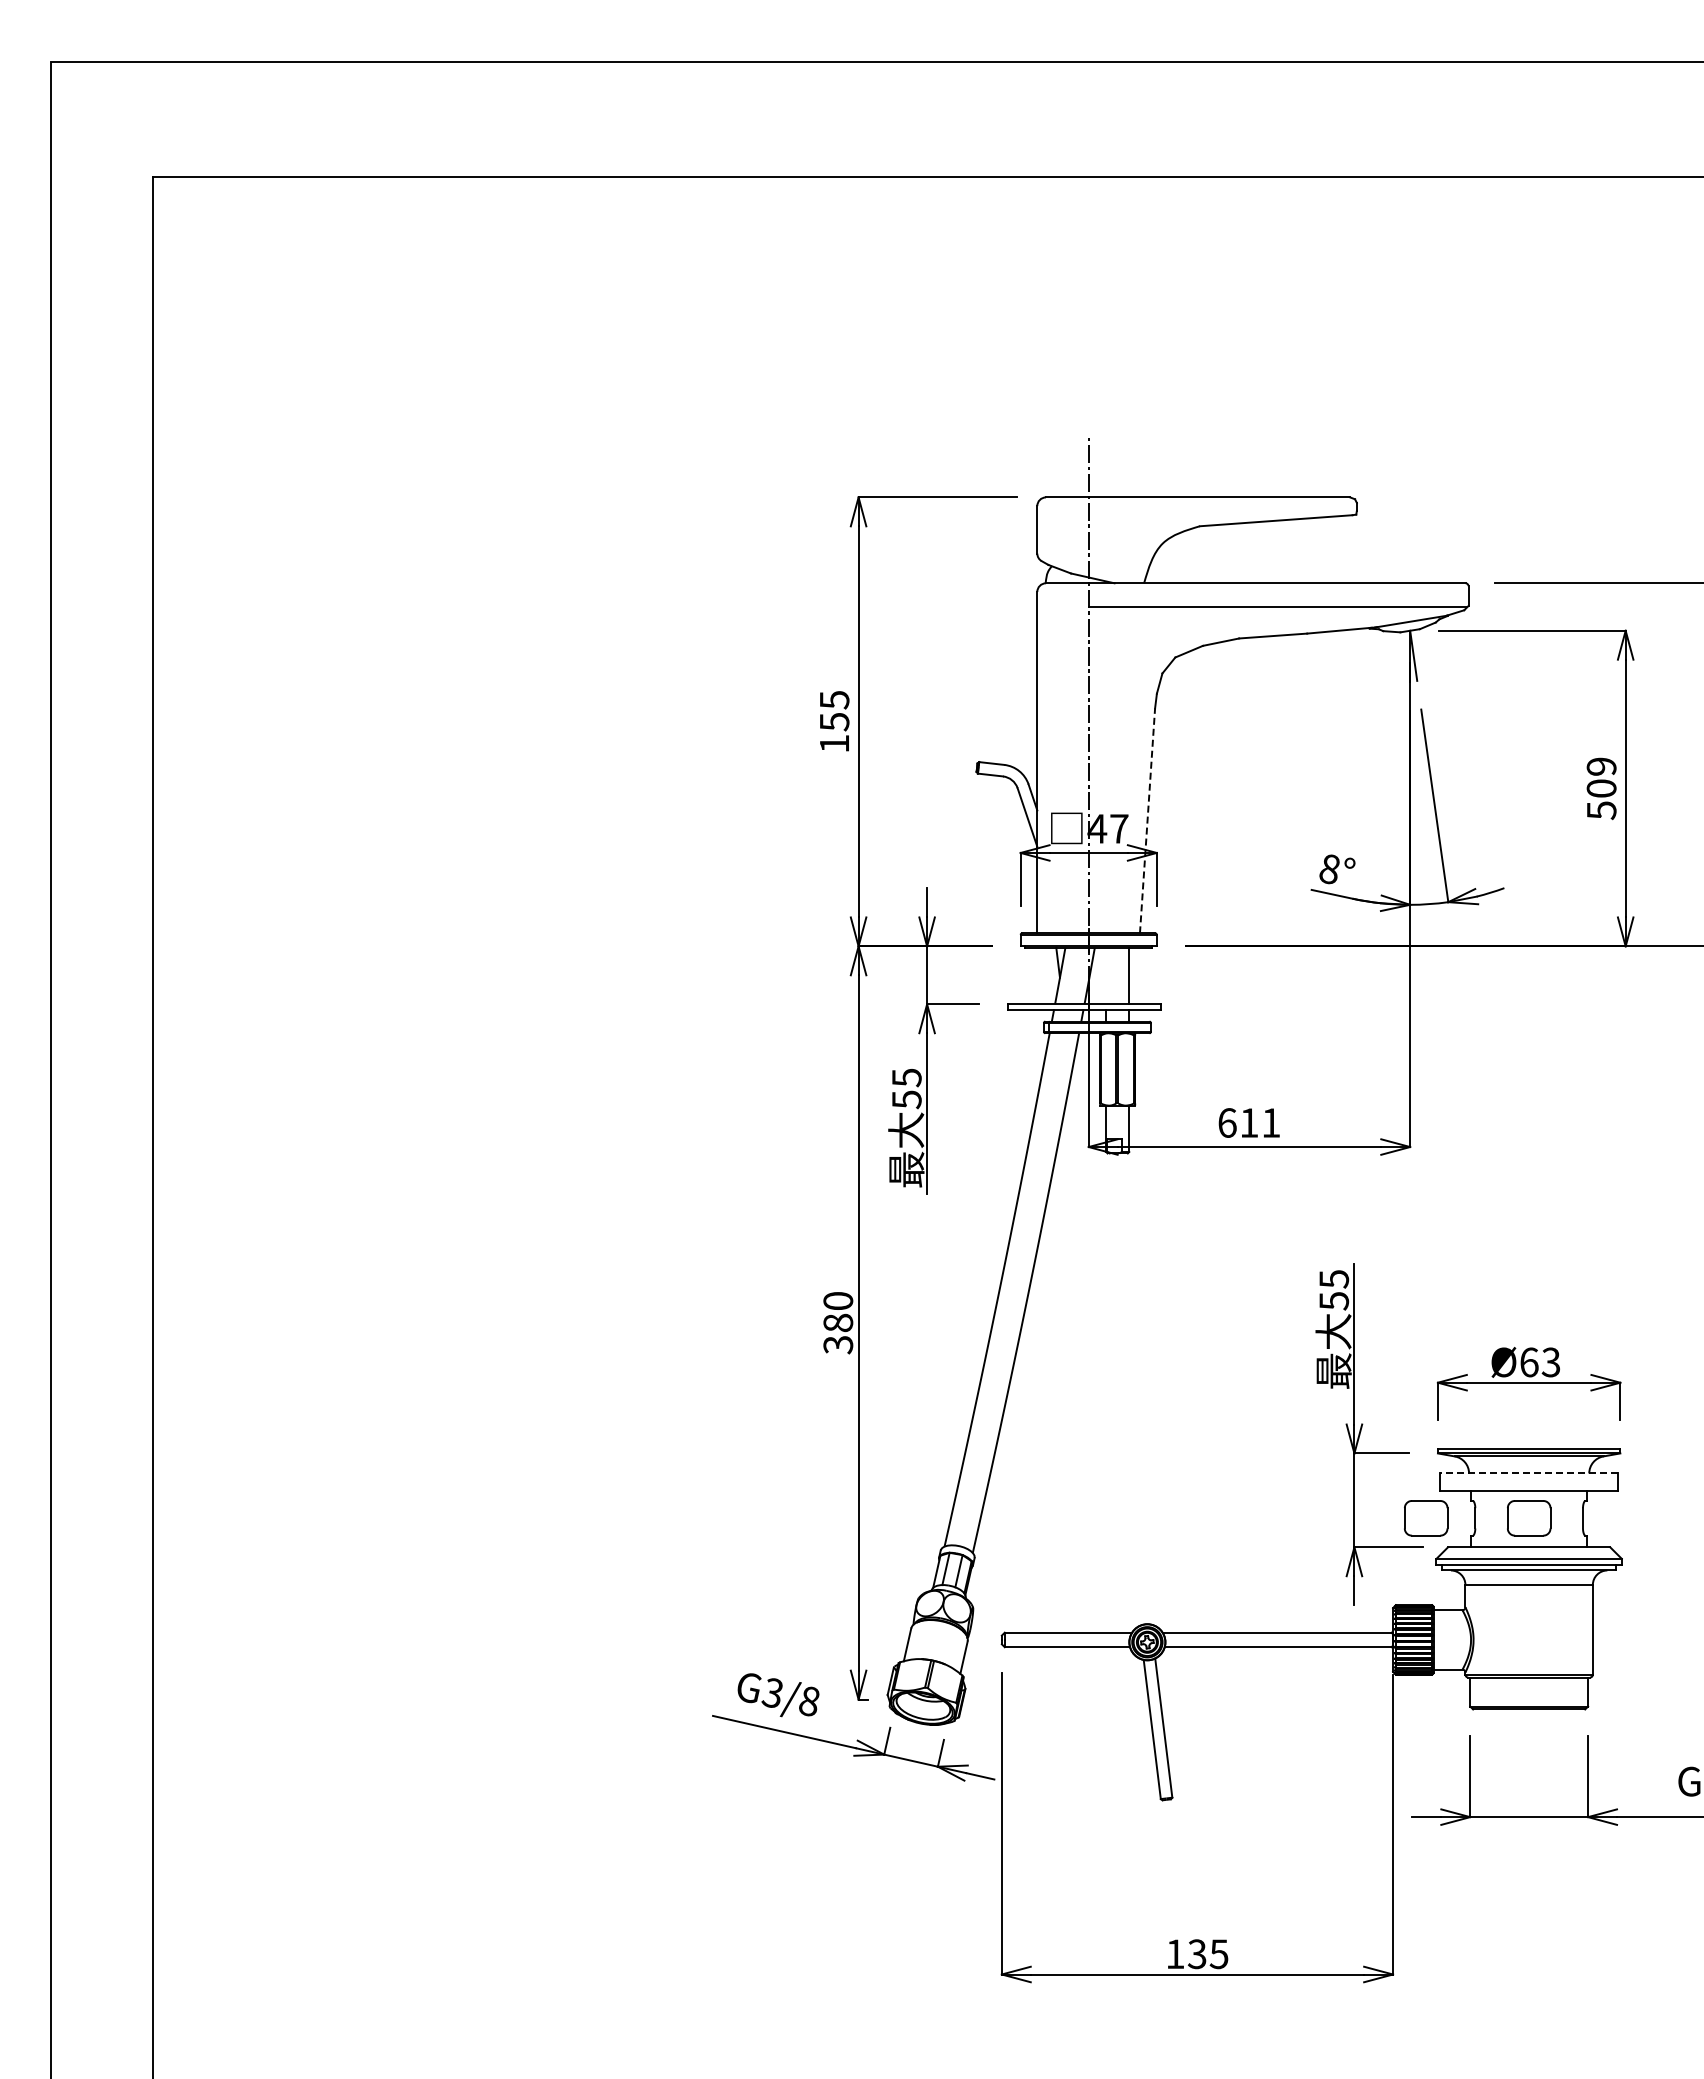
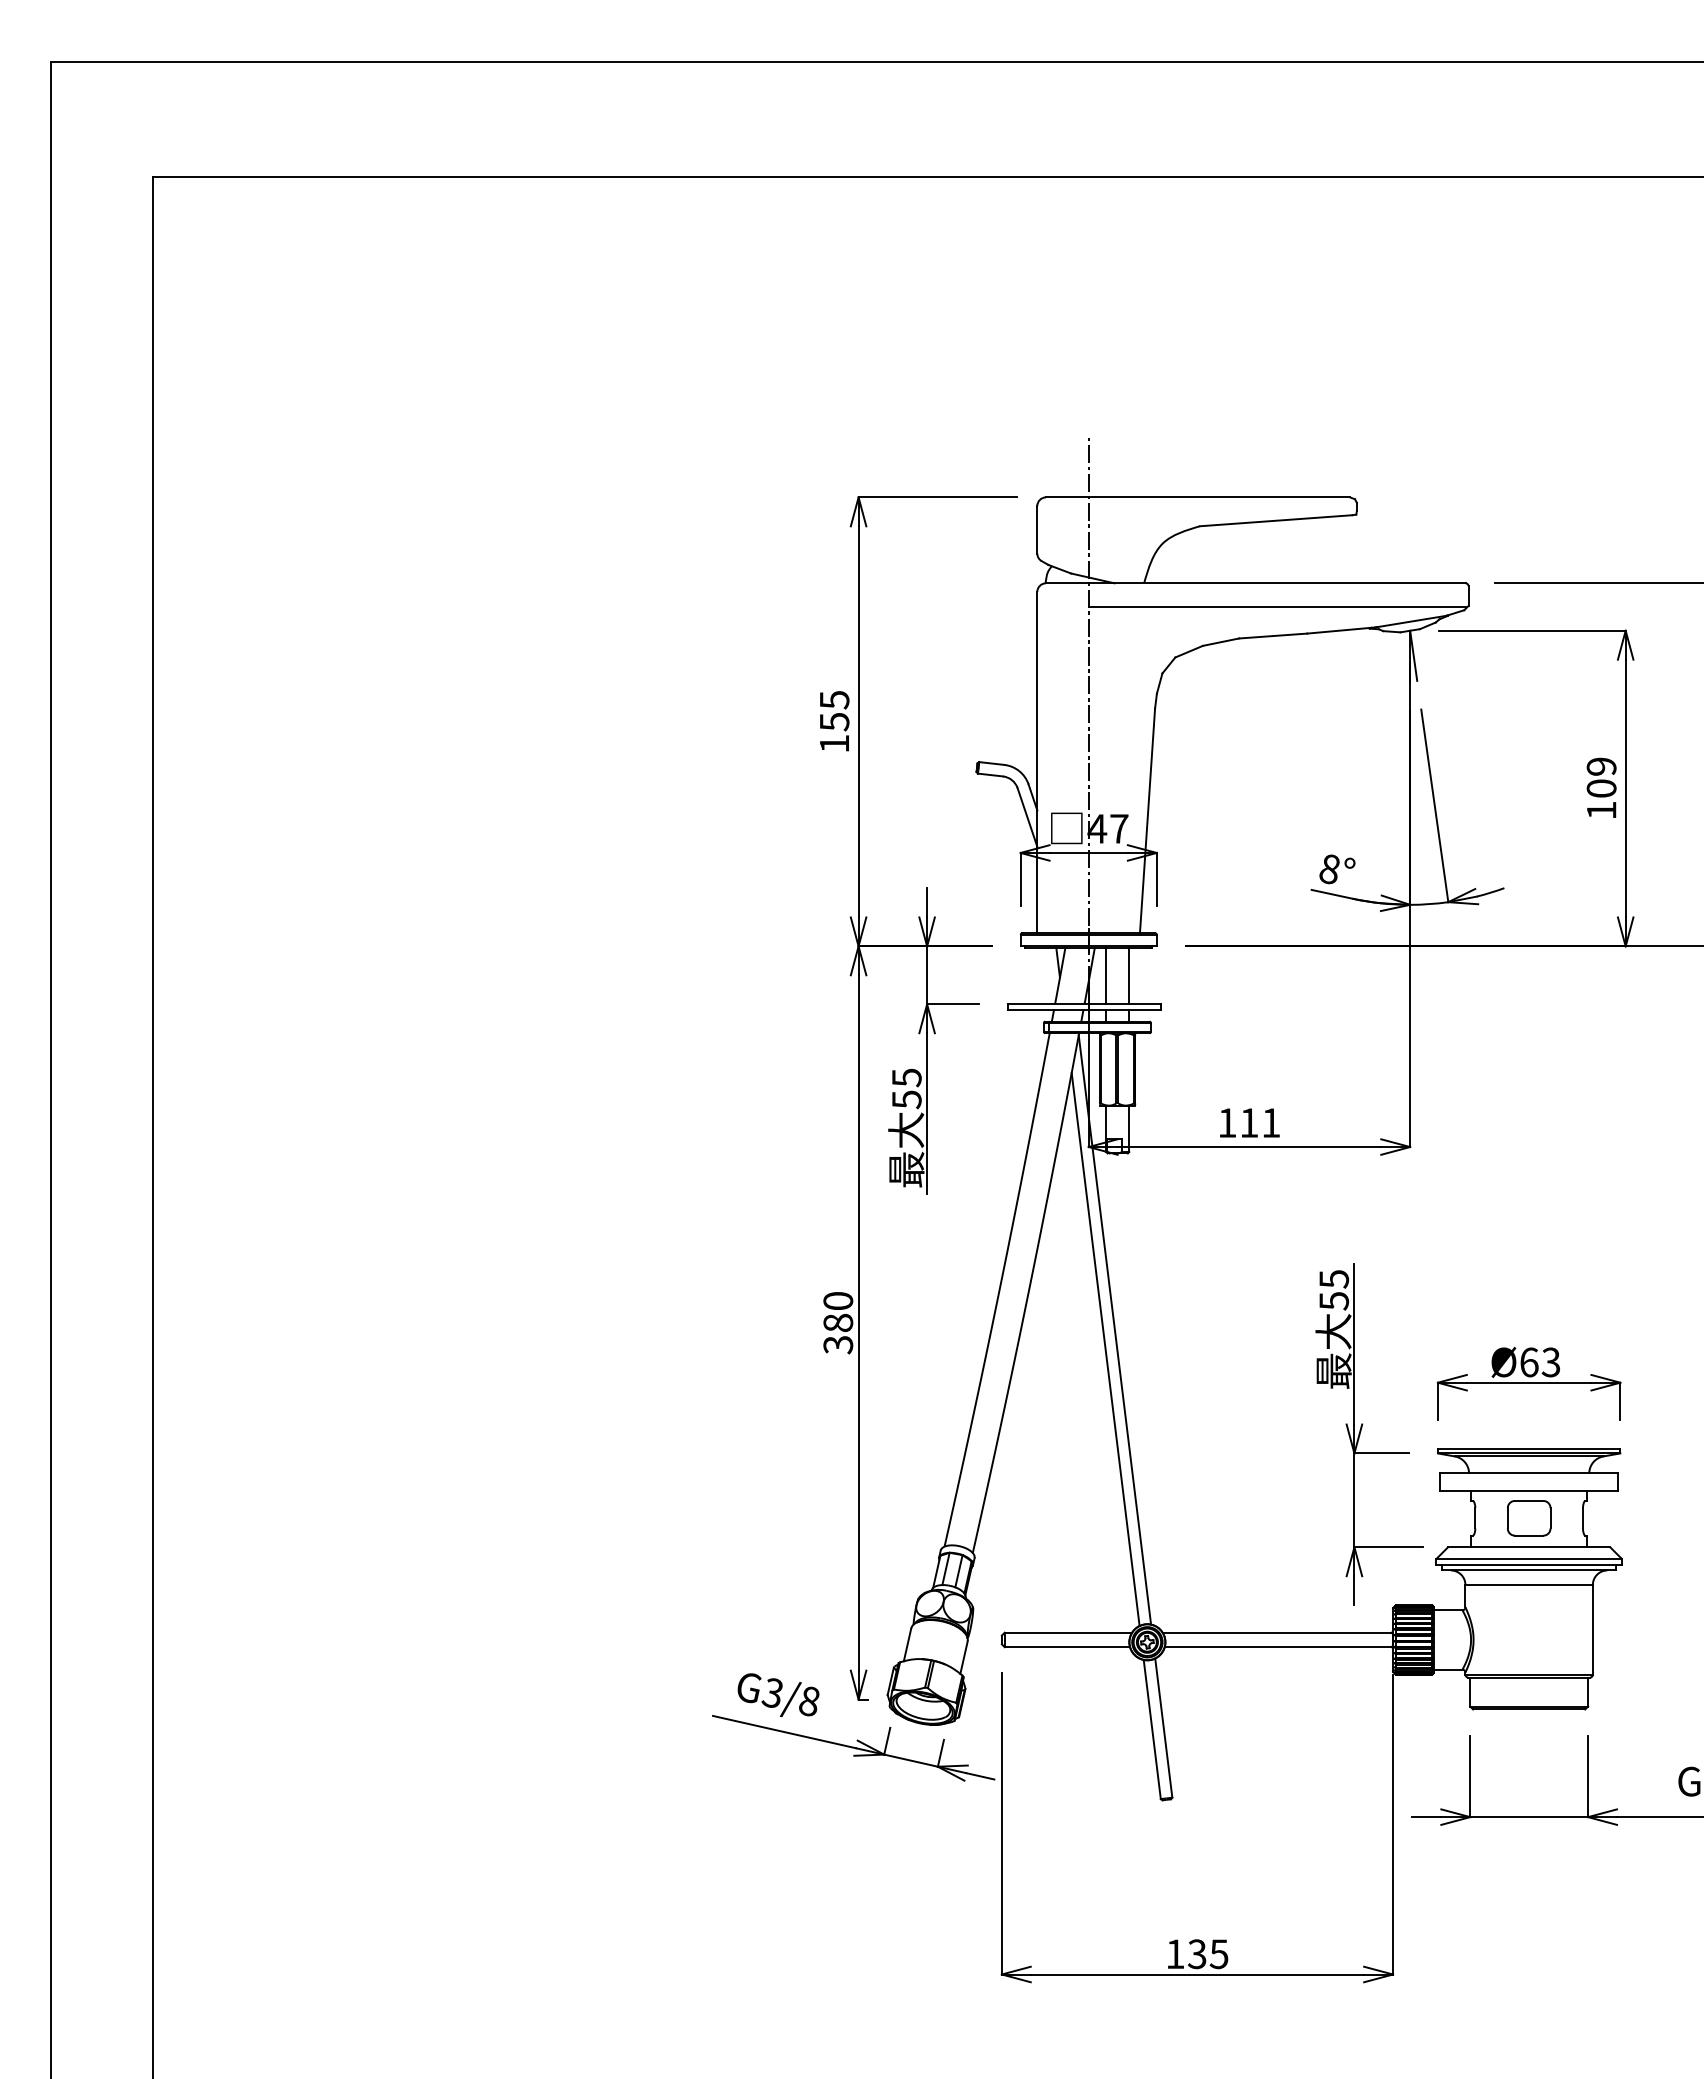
text at (1601, 810): 509 -> 109
line at (1147, 820): dashed -> solid
line at (1106, 975): none -> present
text at (1227, 1122): 611 -> 111
line at (1114, 1329): none -> present
line at (1105, 1349): none -> present
line at (1528, 1473): dashed -> solid
part at (1426, 1518): present -> none
